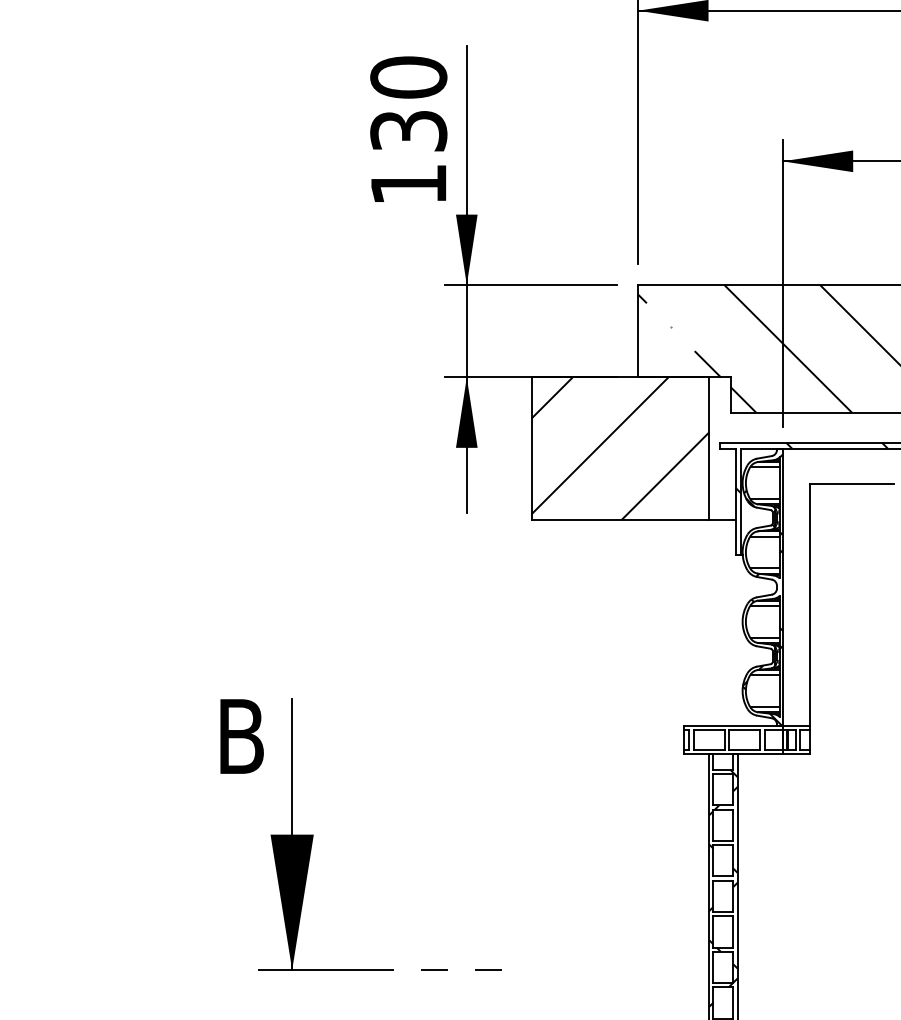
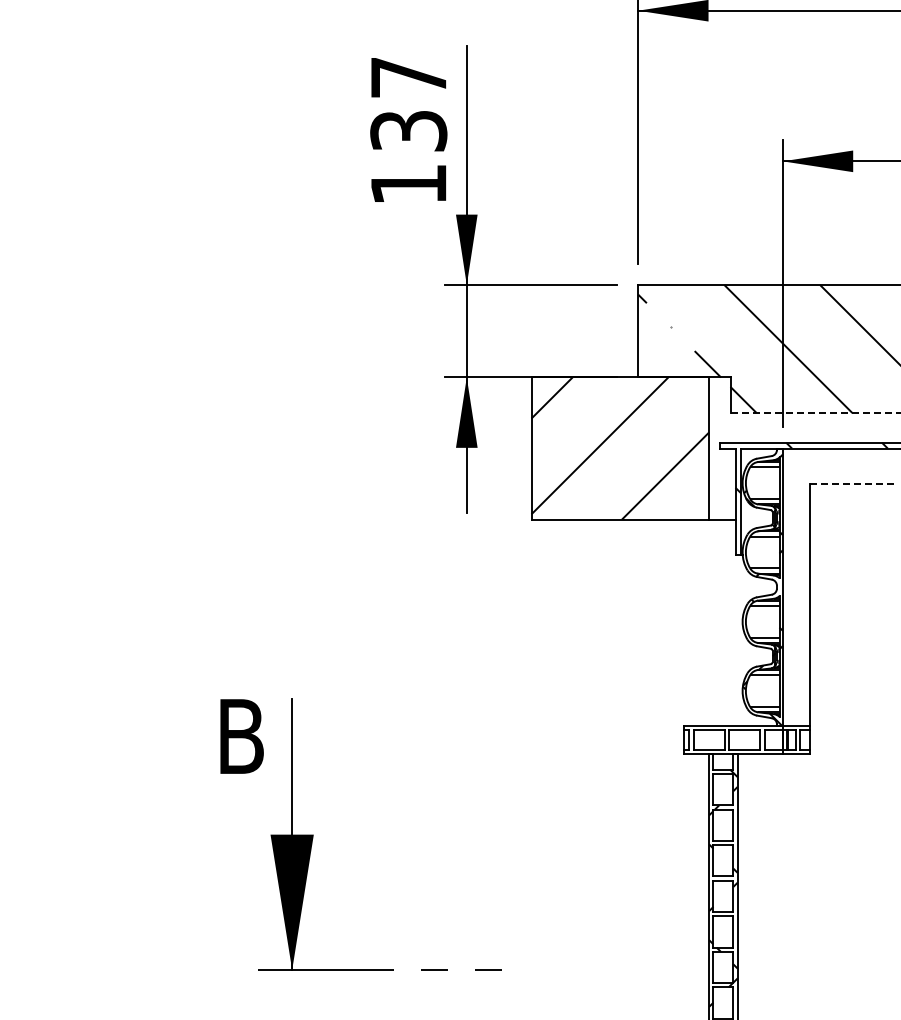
text at (408, 77): 130 -> 137
line at (815, 412): solid -> dashed
line at (851, 484): solid -> dashed
